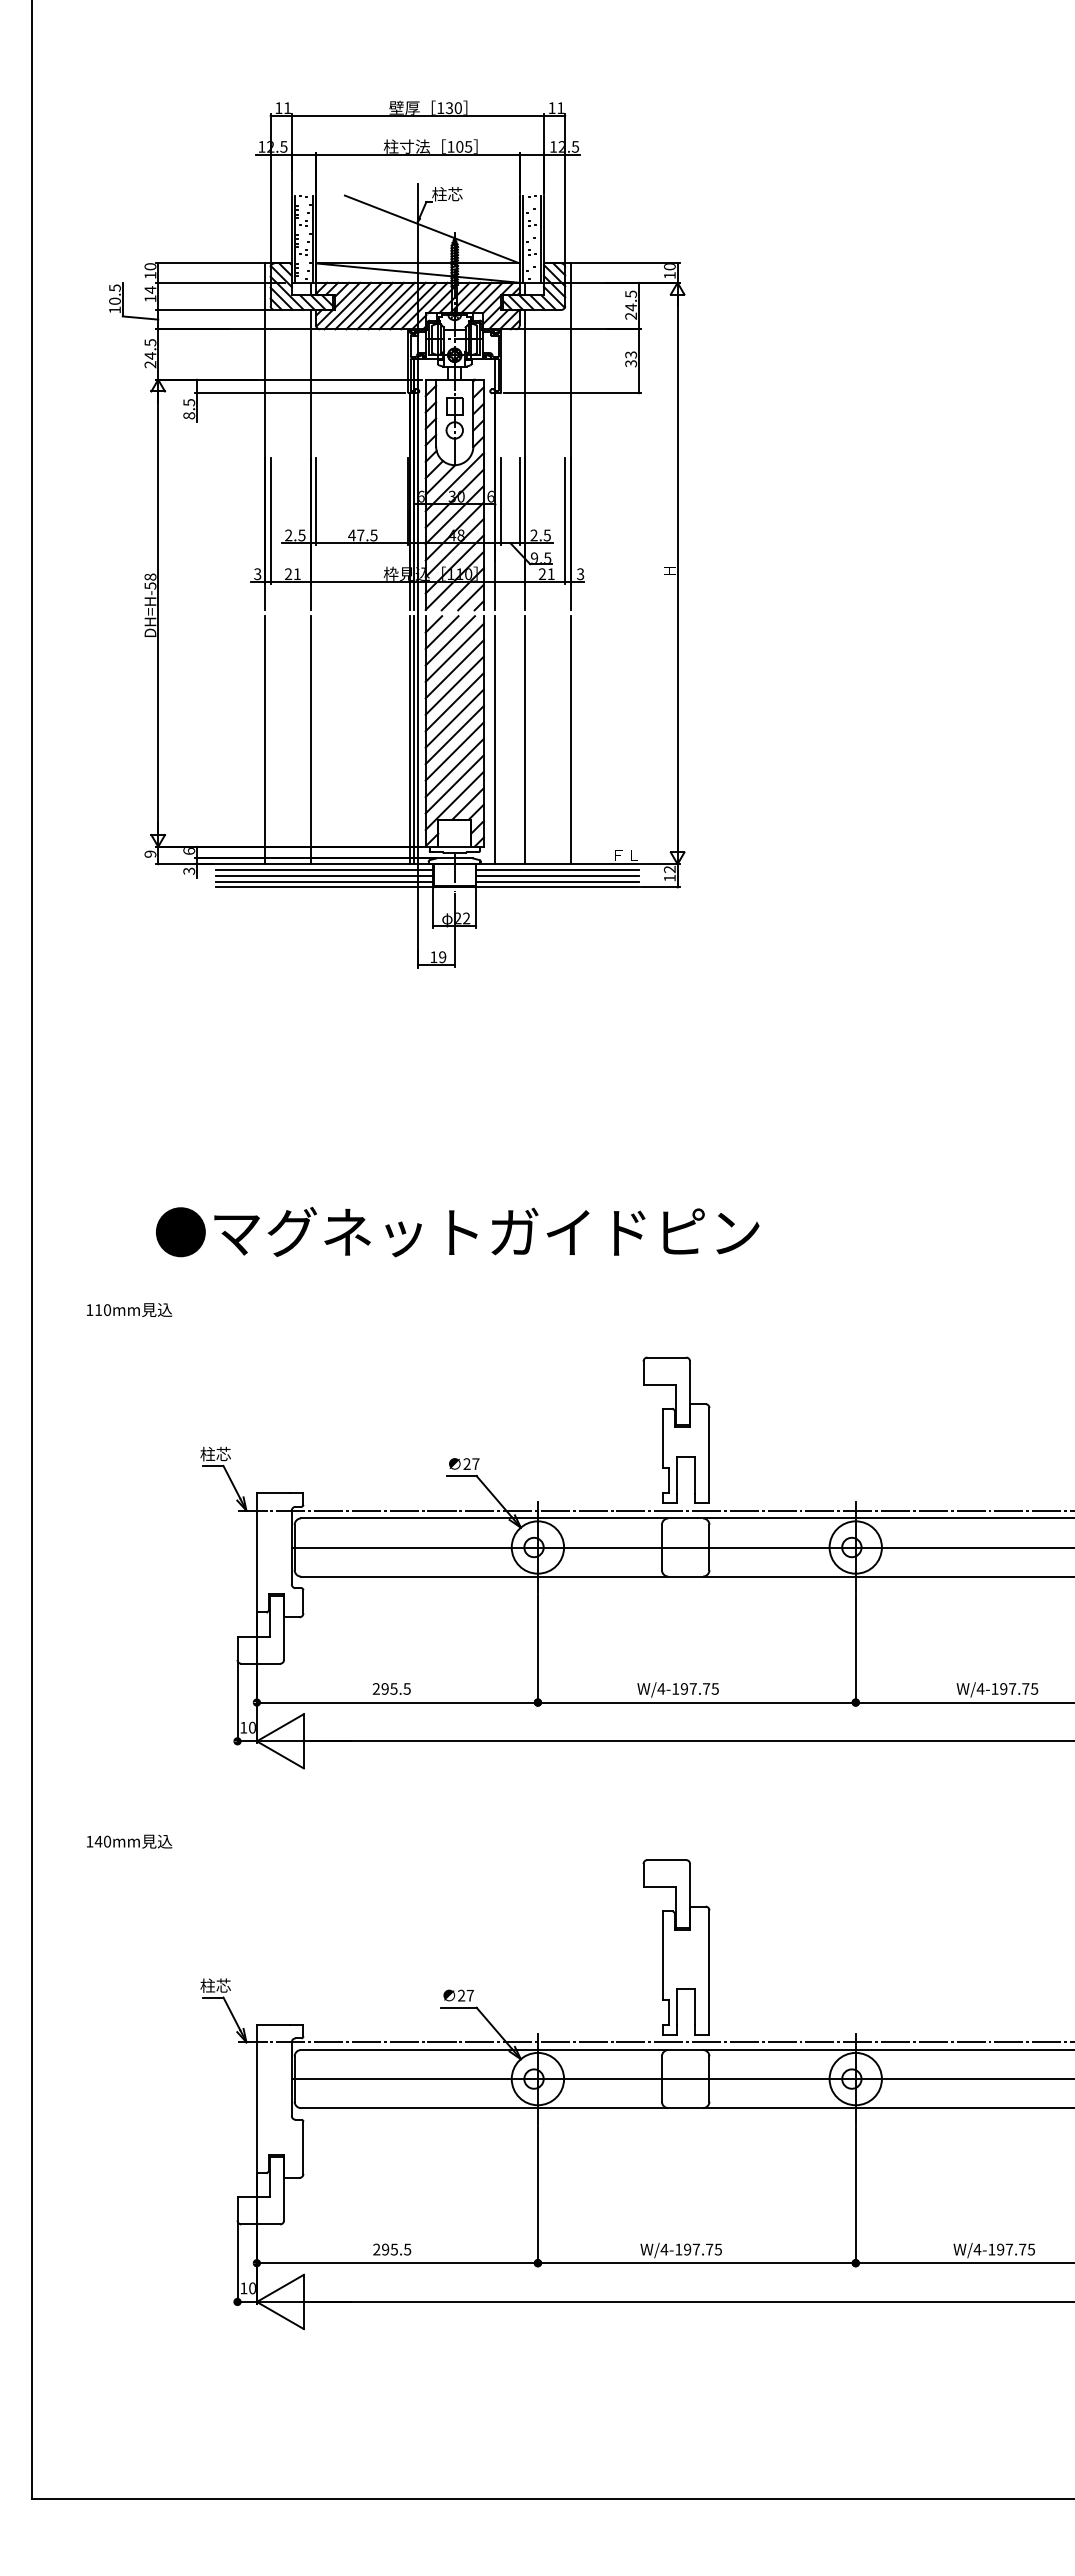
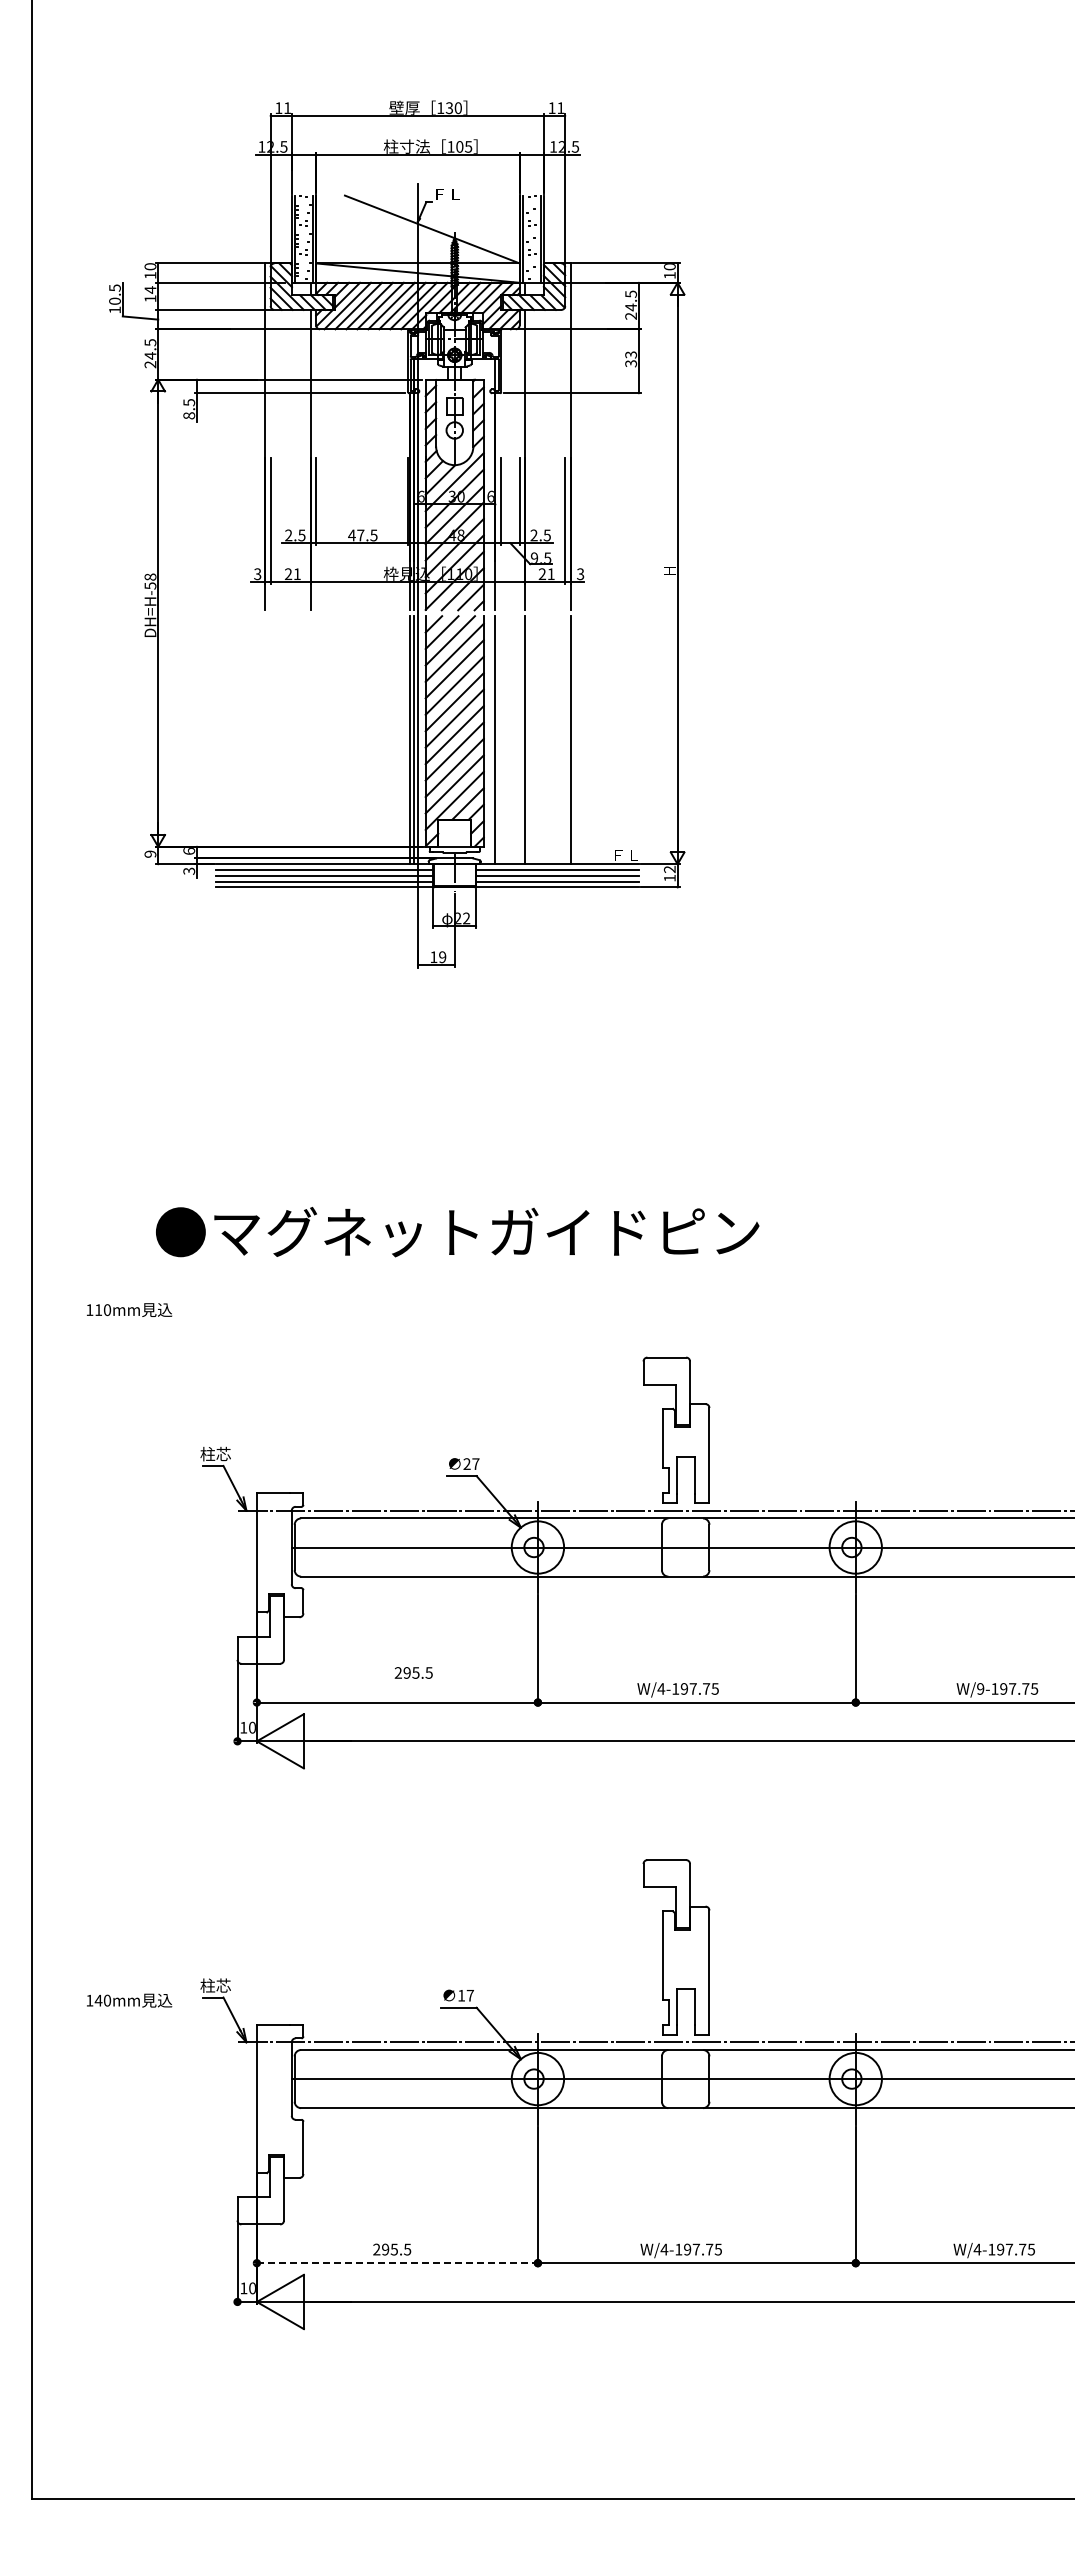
text at (447, 194): 柱芯 -> ＦＬ
line at (264, 740): present -> none
line at (311, 740): present -> none
text at (391, 1688) position: (391, 1688) -> (413, 1672)
text at (980, 1688): W/4-197.75 -> W/9-197.75
text at (129, 1841) position: (129, 1841) -> (129, 2000)
text at (461, 1995): 27 -> 17
line at (397, 2263): solid -> dashed
